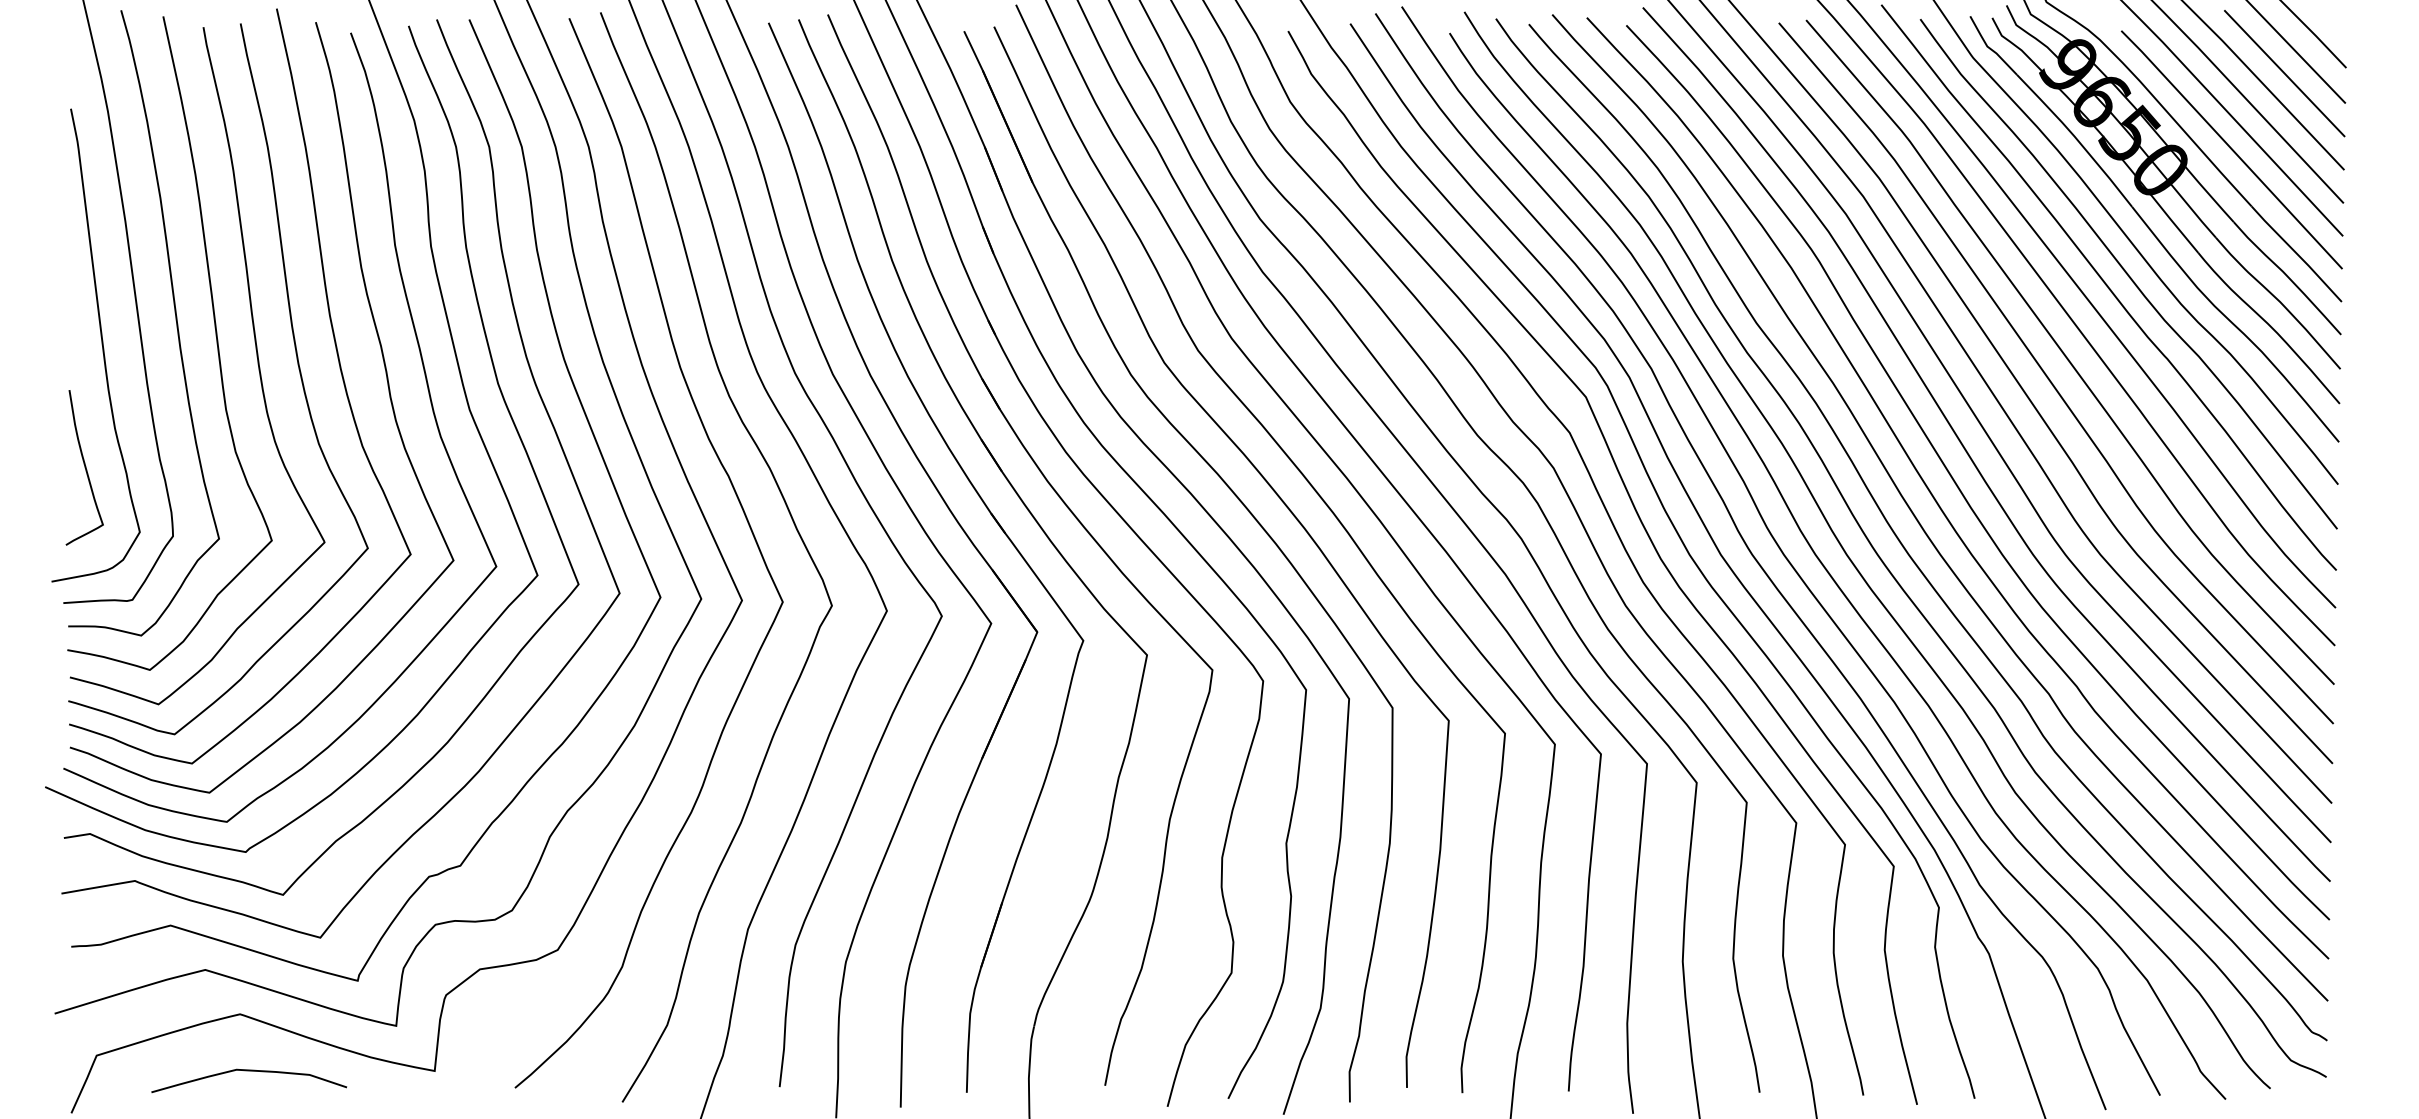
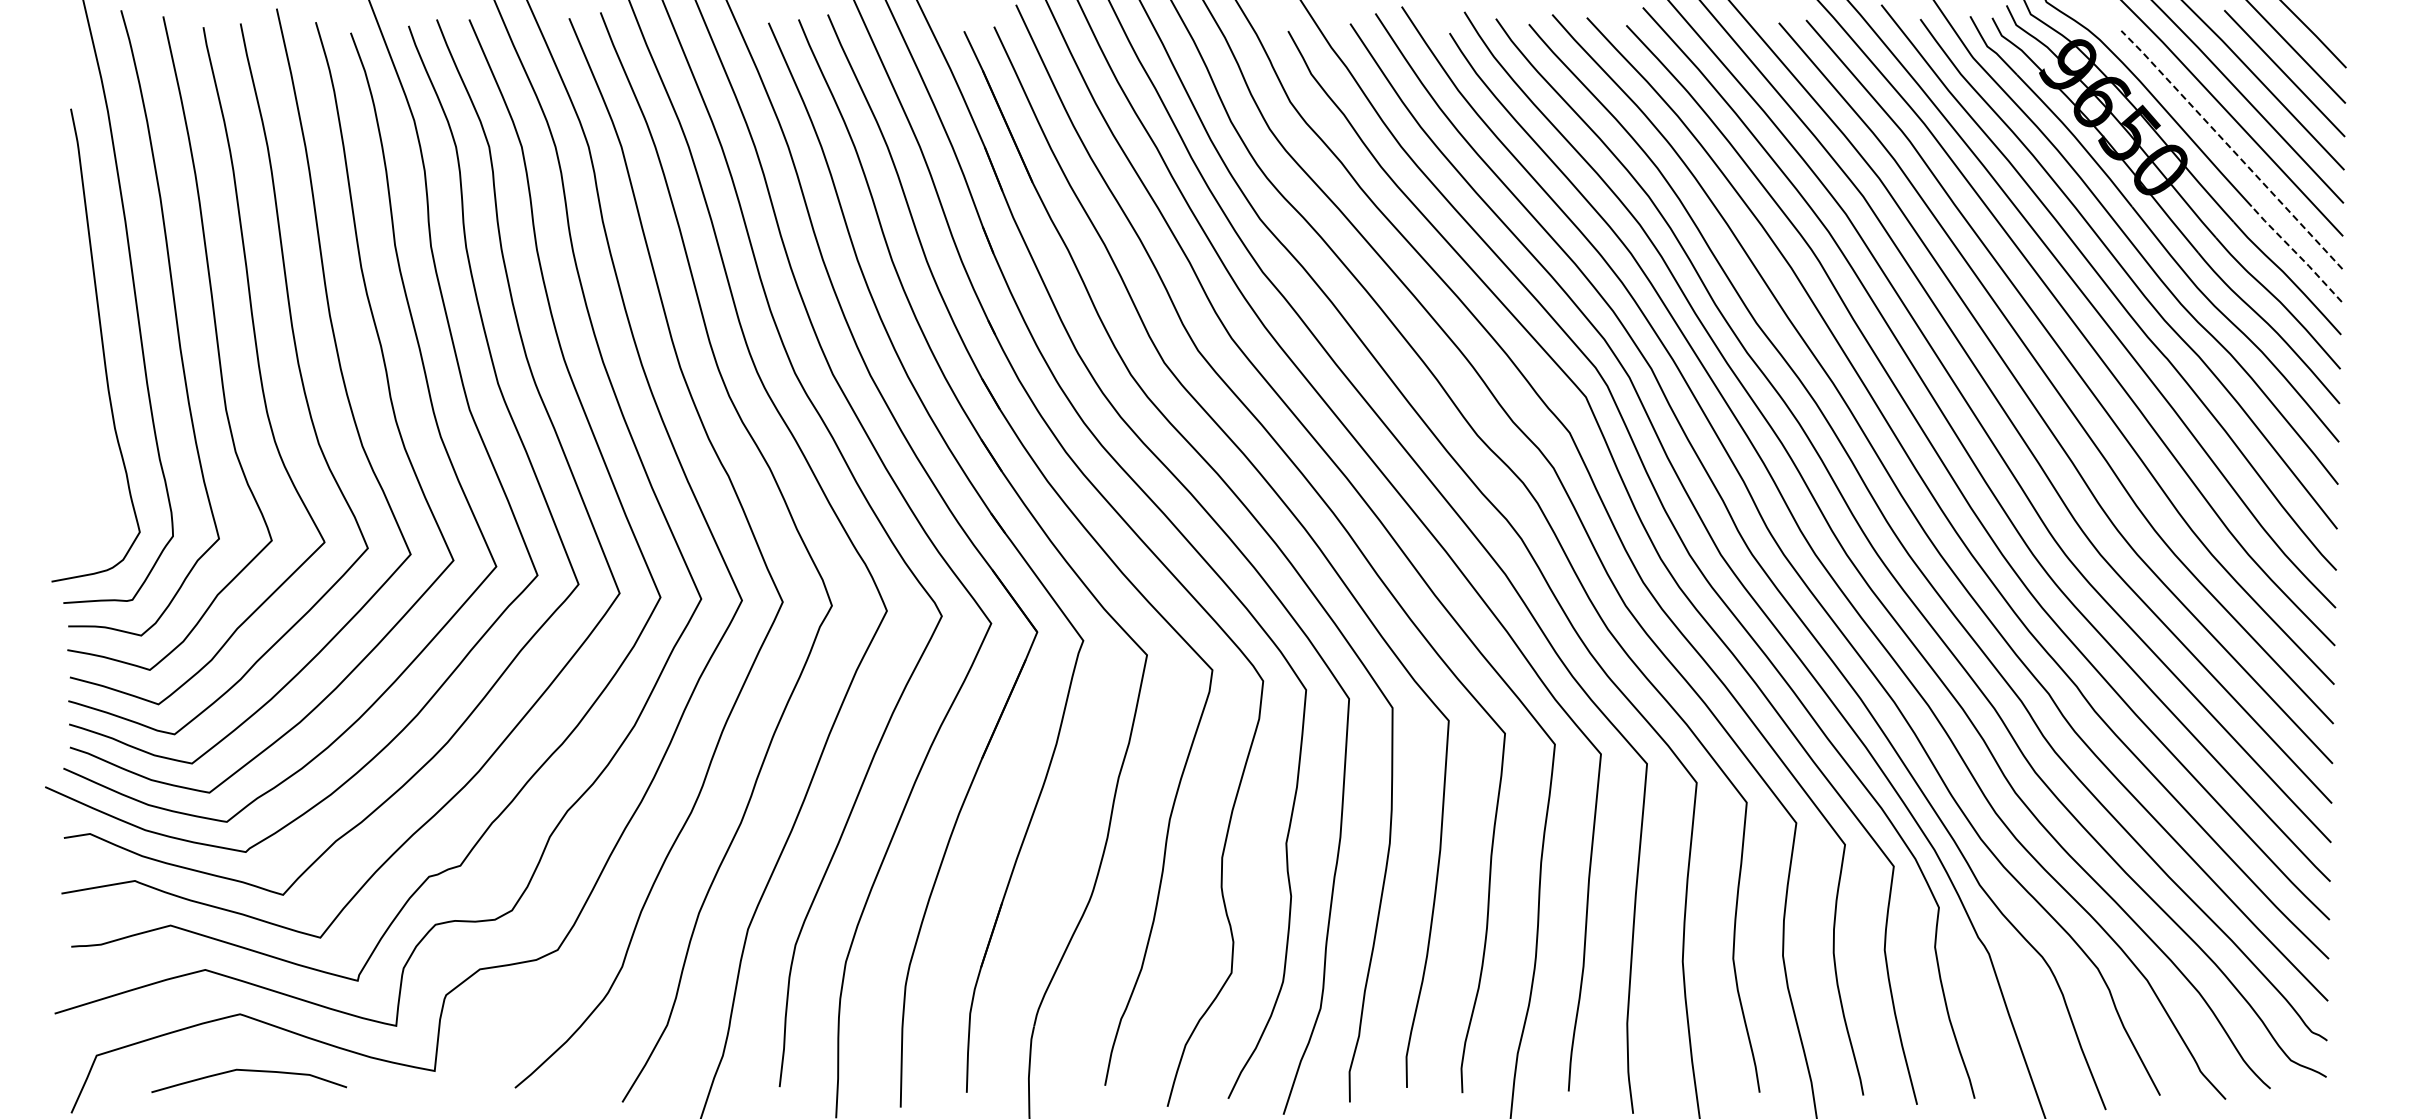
line at (2231, 148): solid -> dashed
line at (2296, 253): solid -> dashed
curve at (84, 467): present -> none
